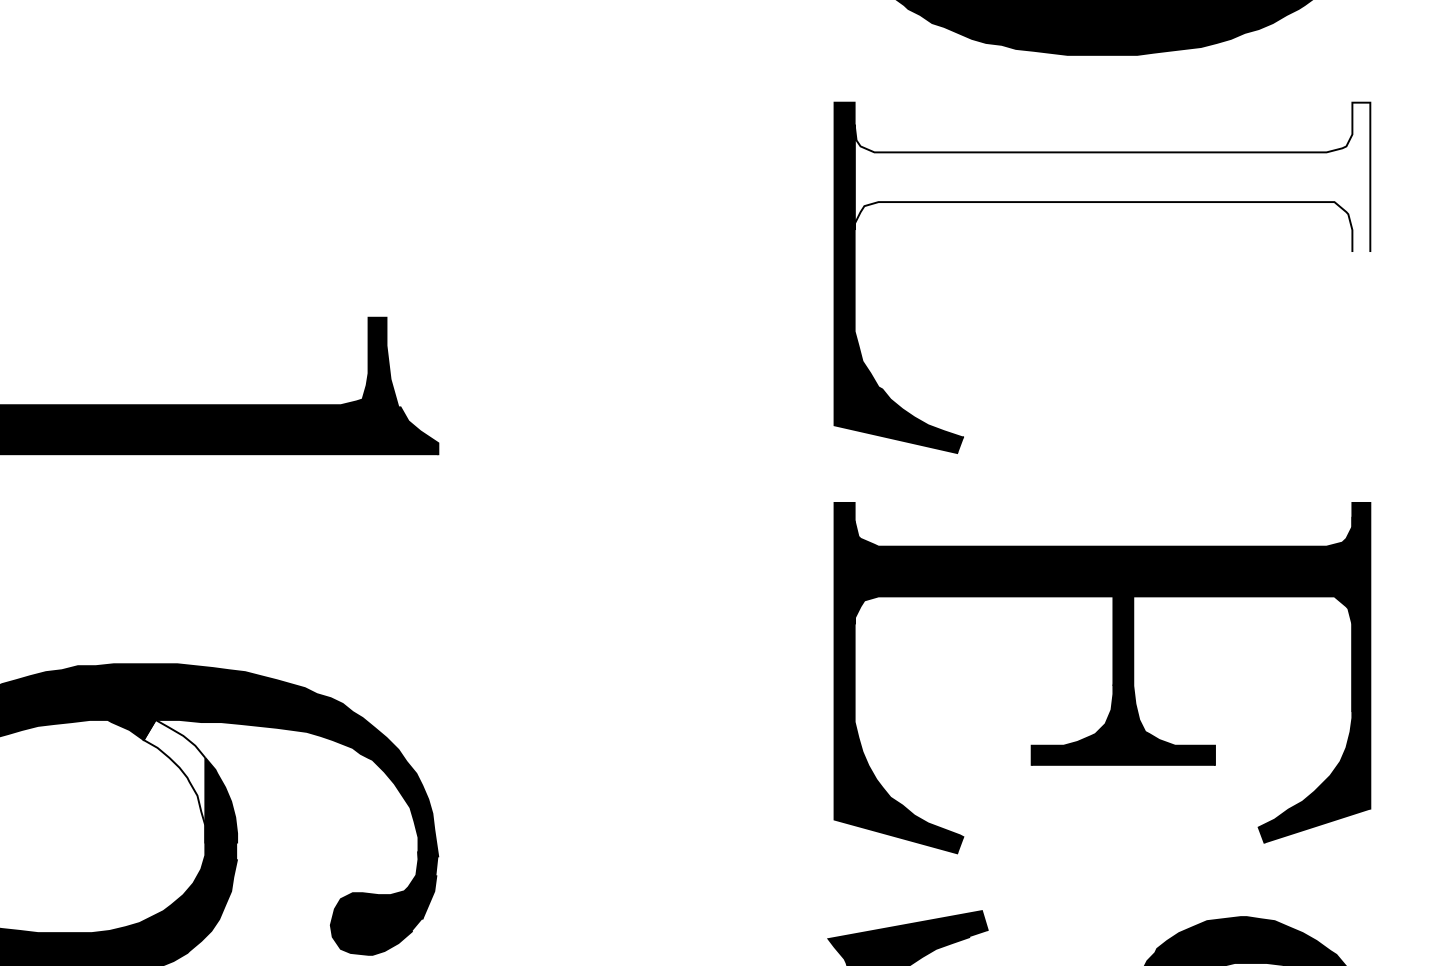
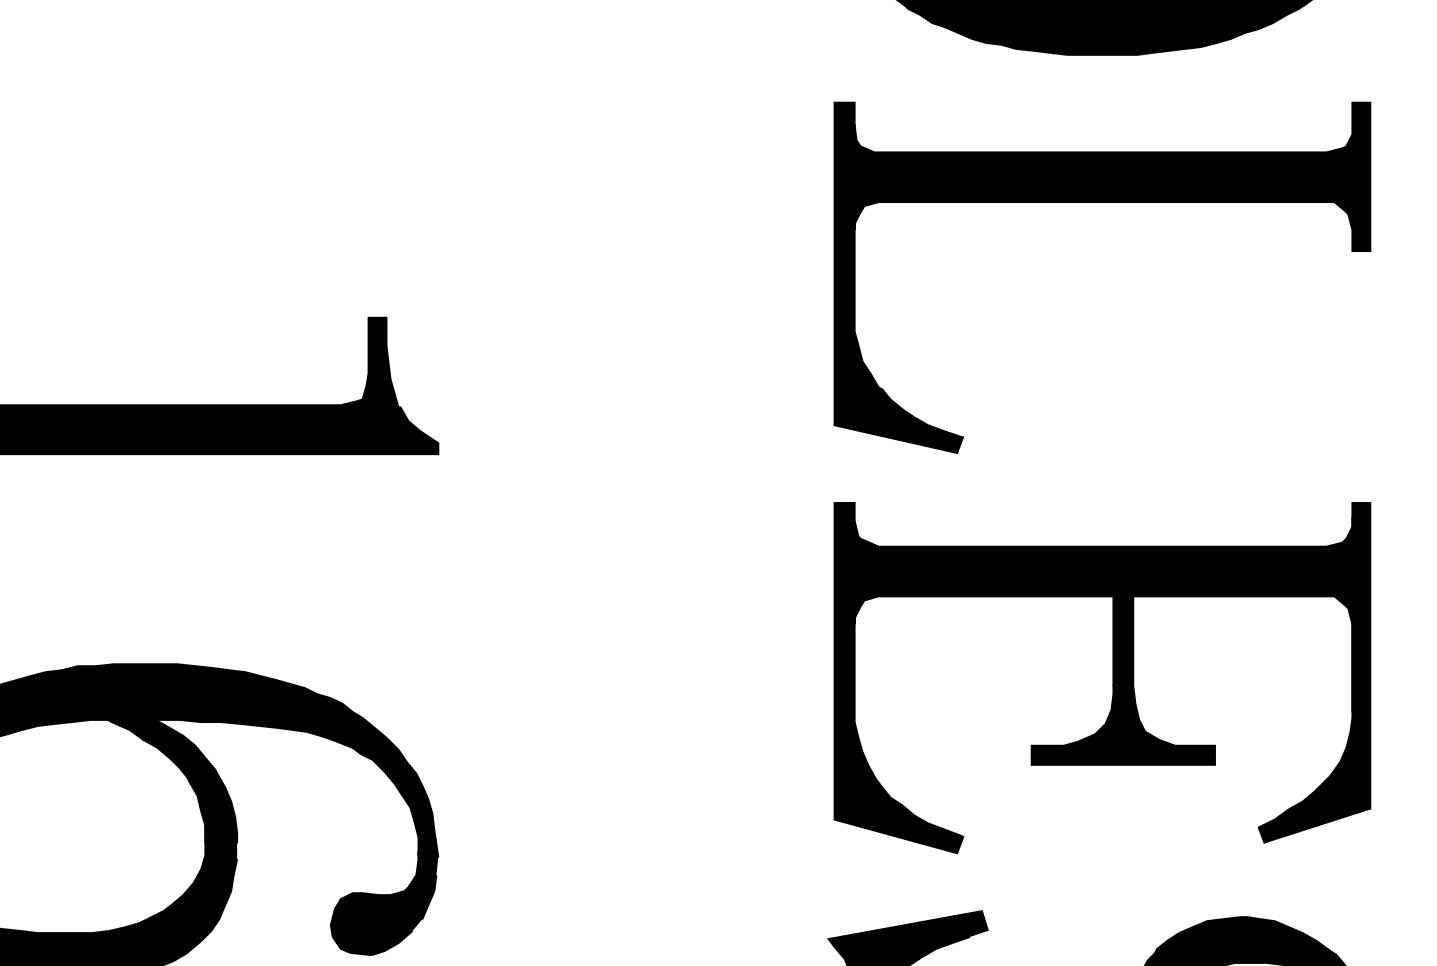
fill at (1112, 177): none -> present
fill at (174, 781): none -> present
